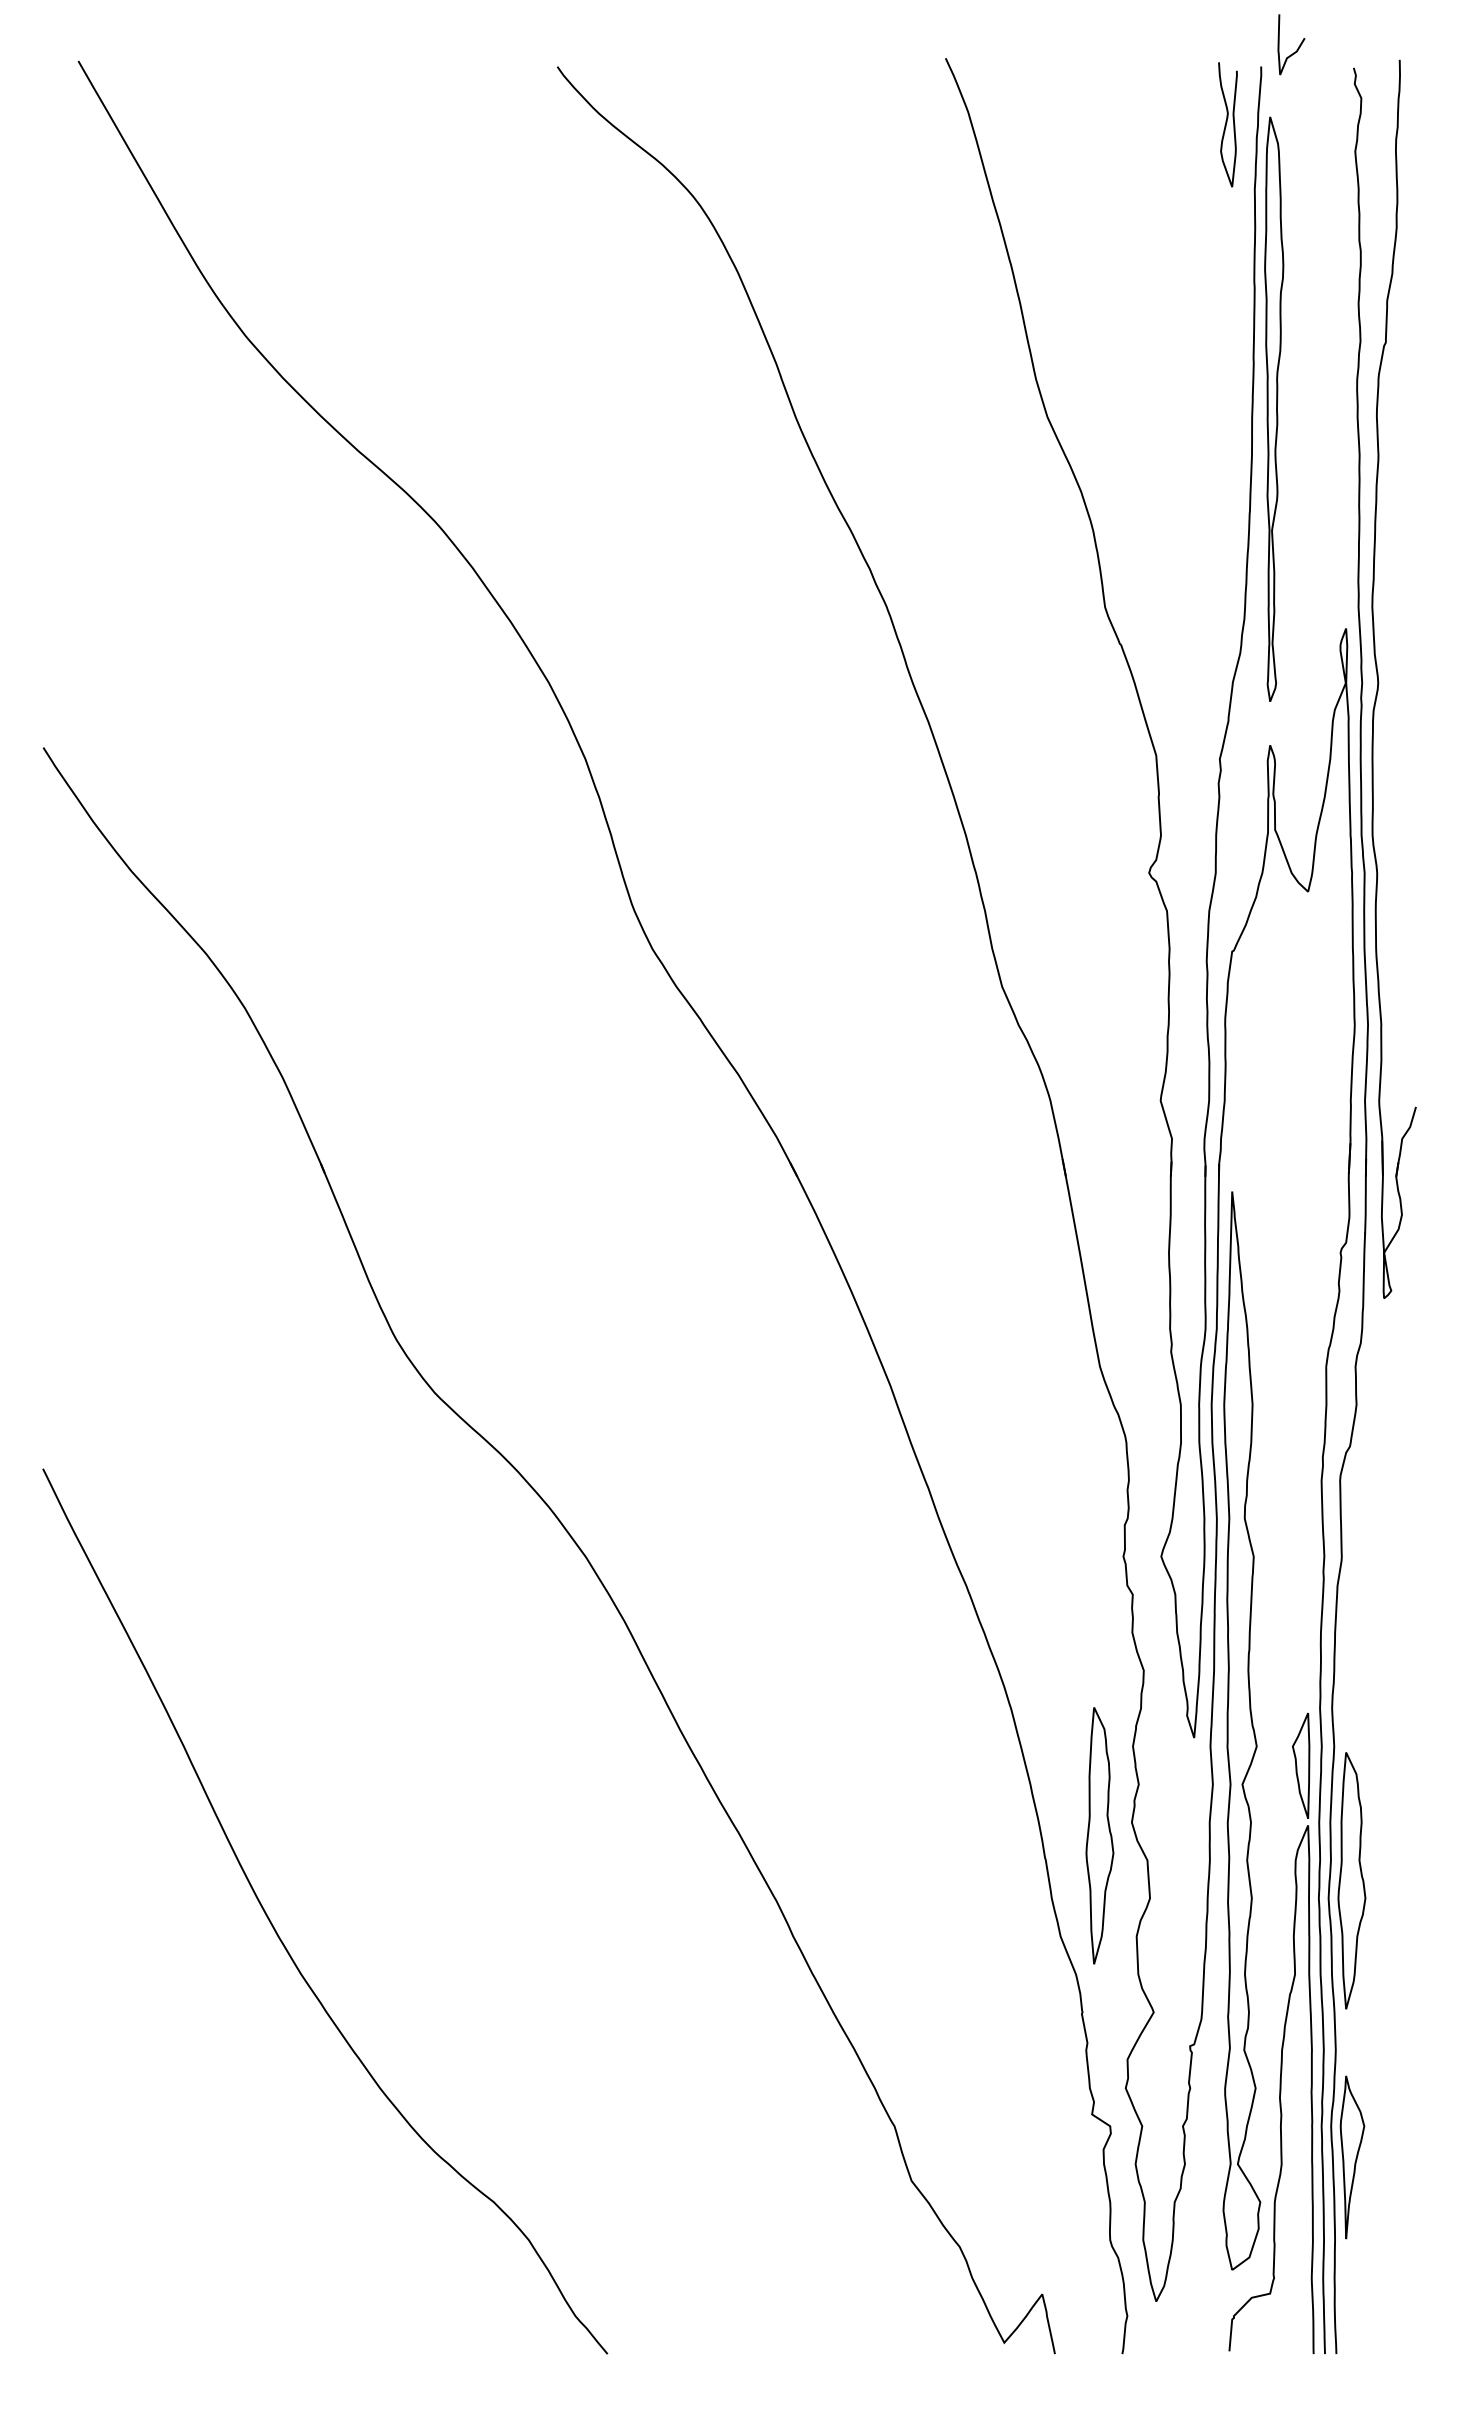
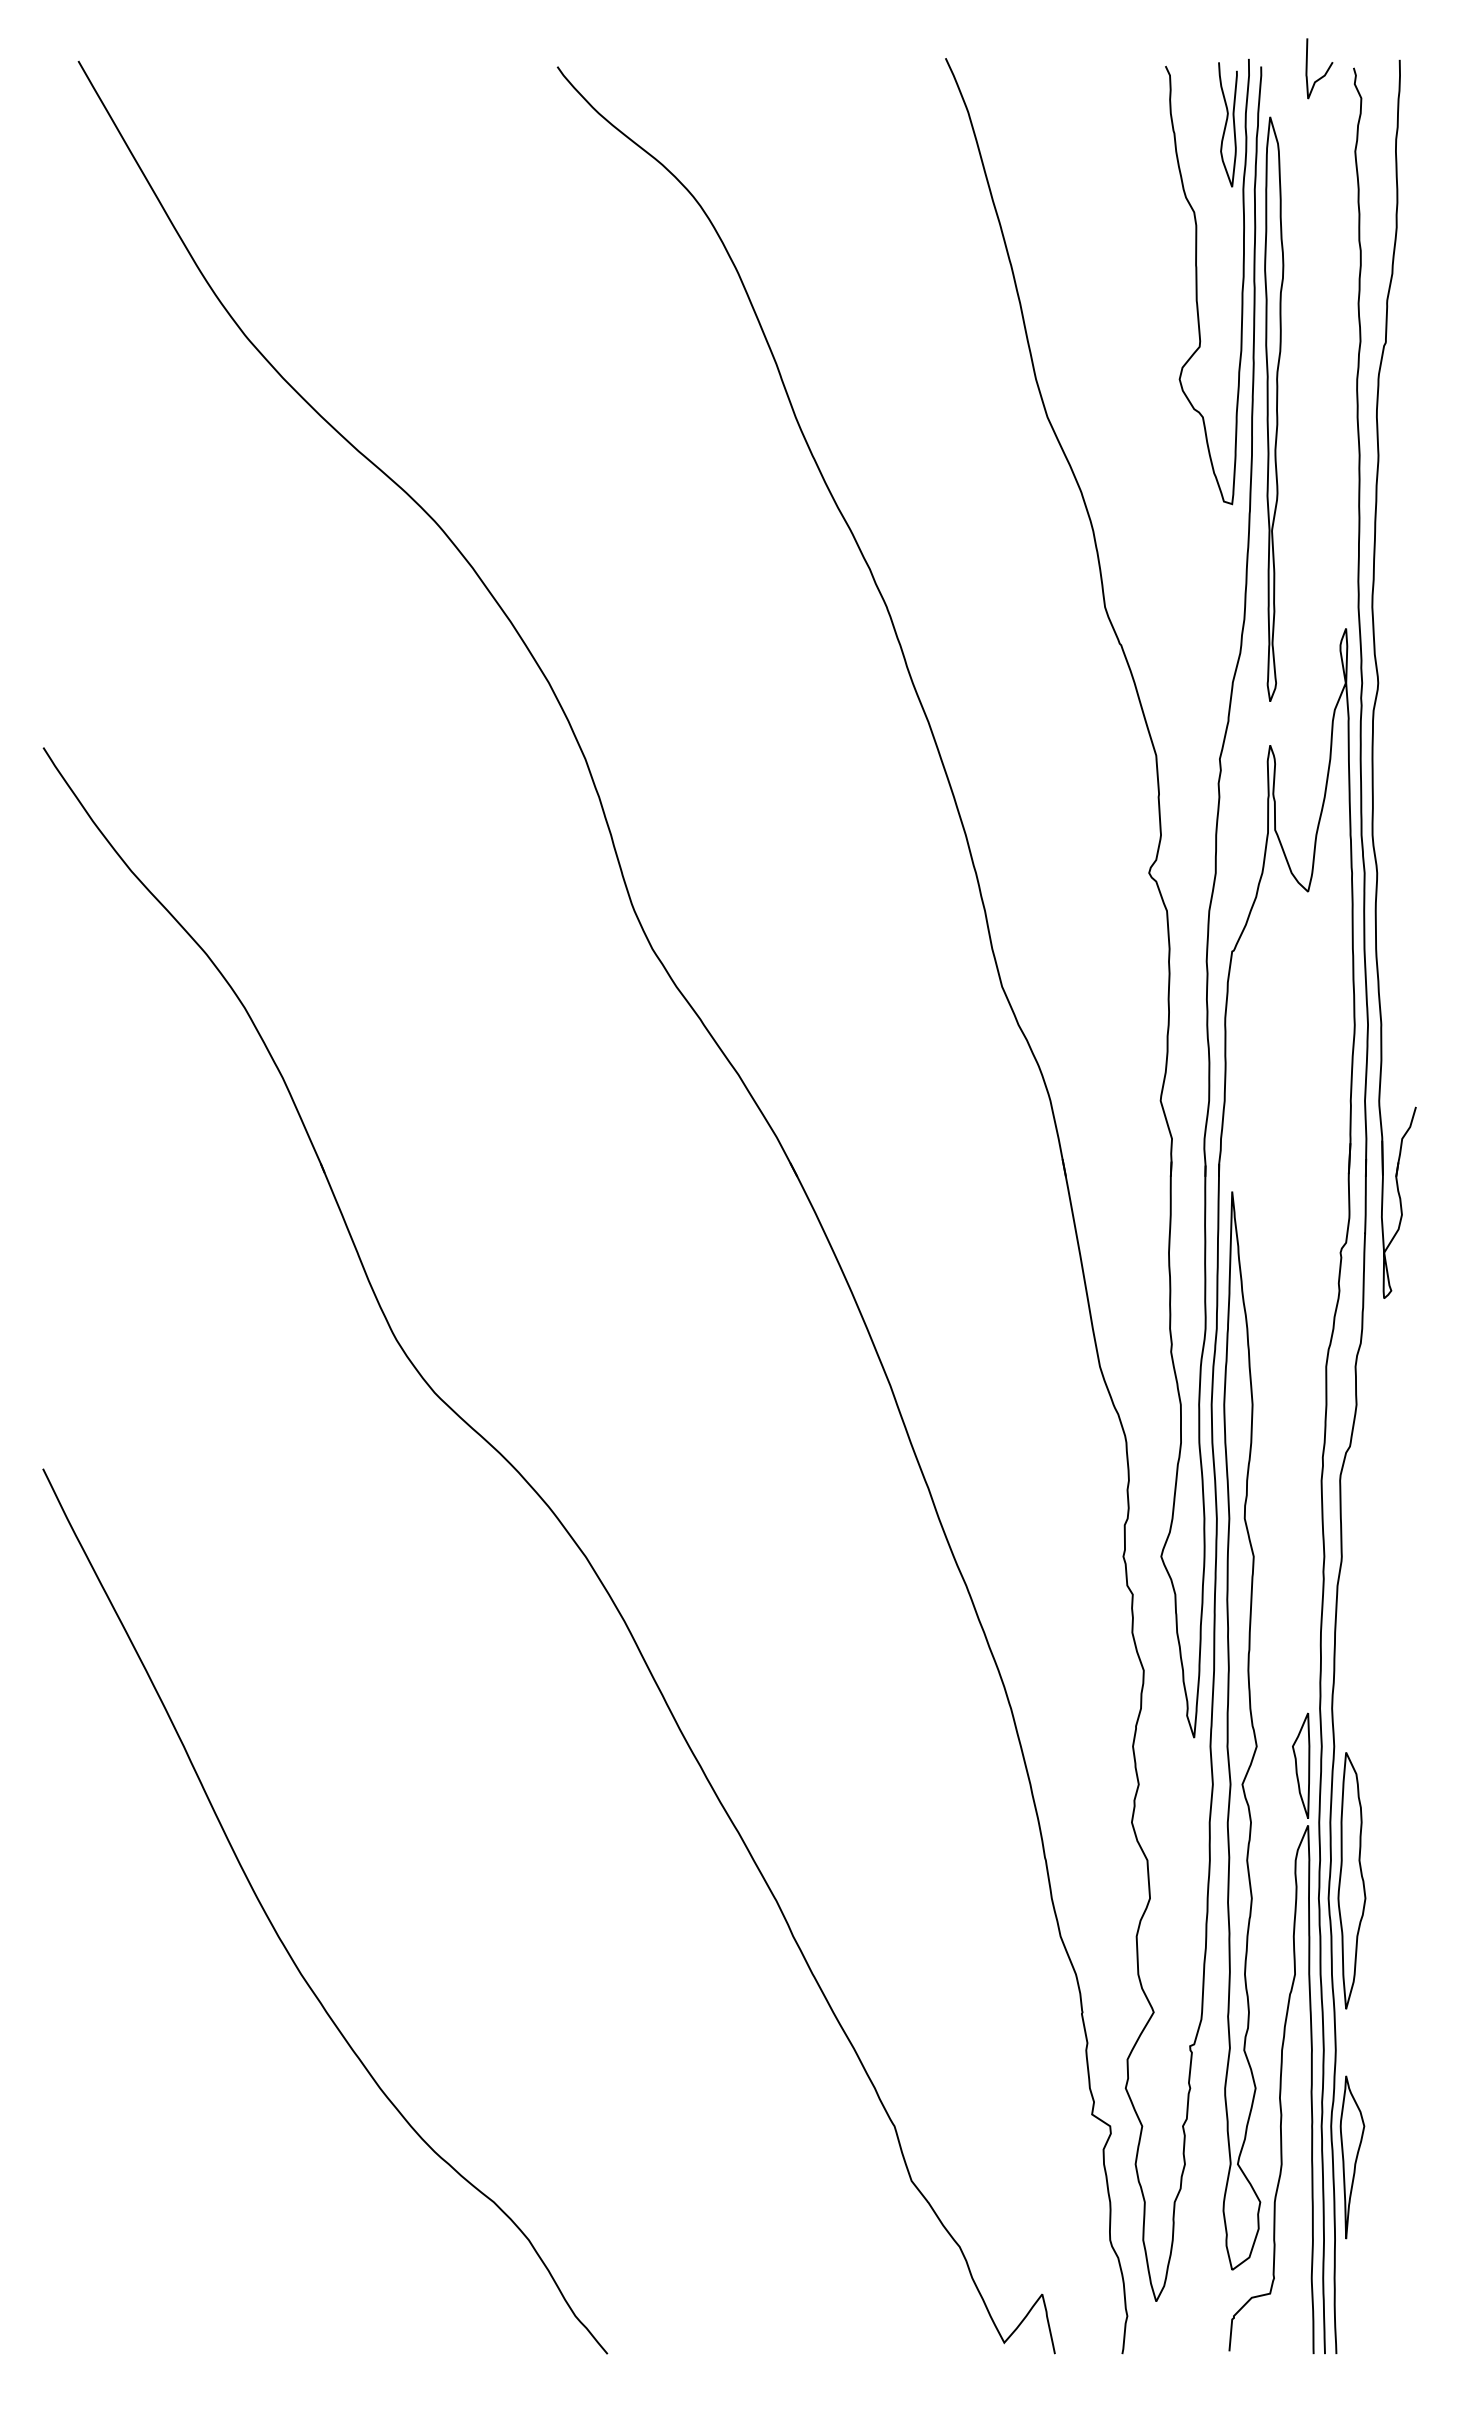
curve at (1297, 48) position: (1297, 48) -> (1325, 72)
curve at (1197, 281): none -> present
part at (1099, 1835): present -> none
